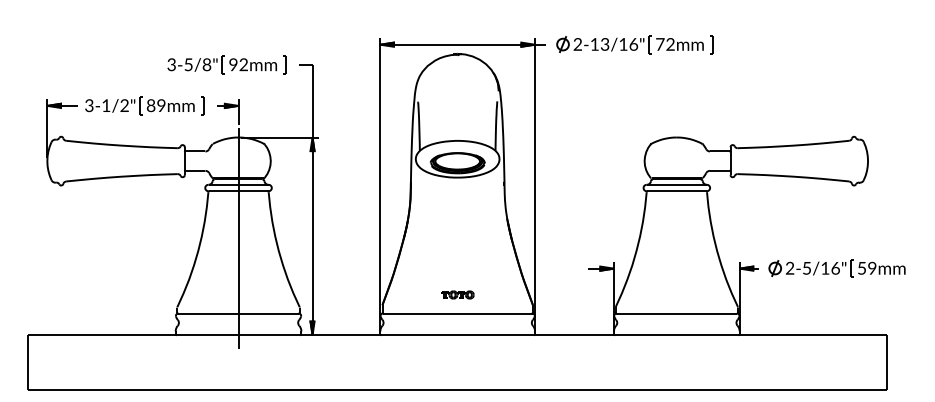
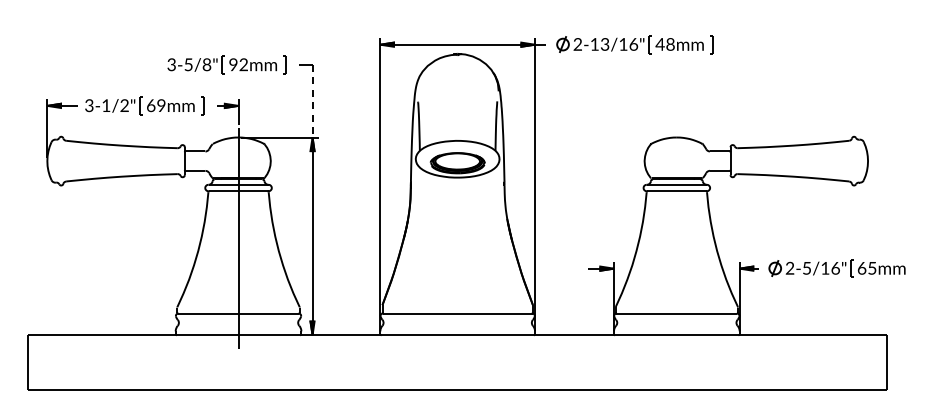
text at (664, 44): 72mm -> 48mm
line at (312, 101): solid -> dashed
text at (150, 105): 89mm -> 69mm
text at (866, 267): 59mm -> 65mm
part at (457, 294): present -> none
